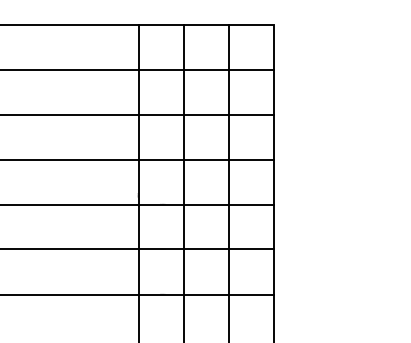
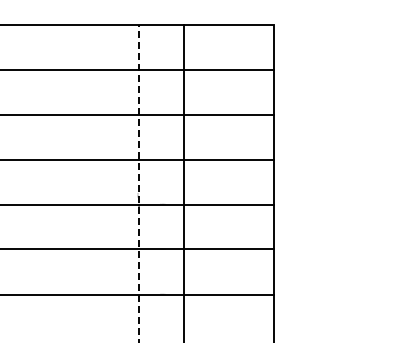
line at (229, 182): present -> none
line at (139, 183): solid -> dashed
